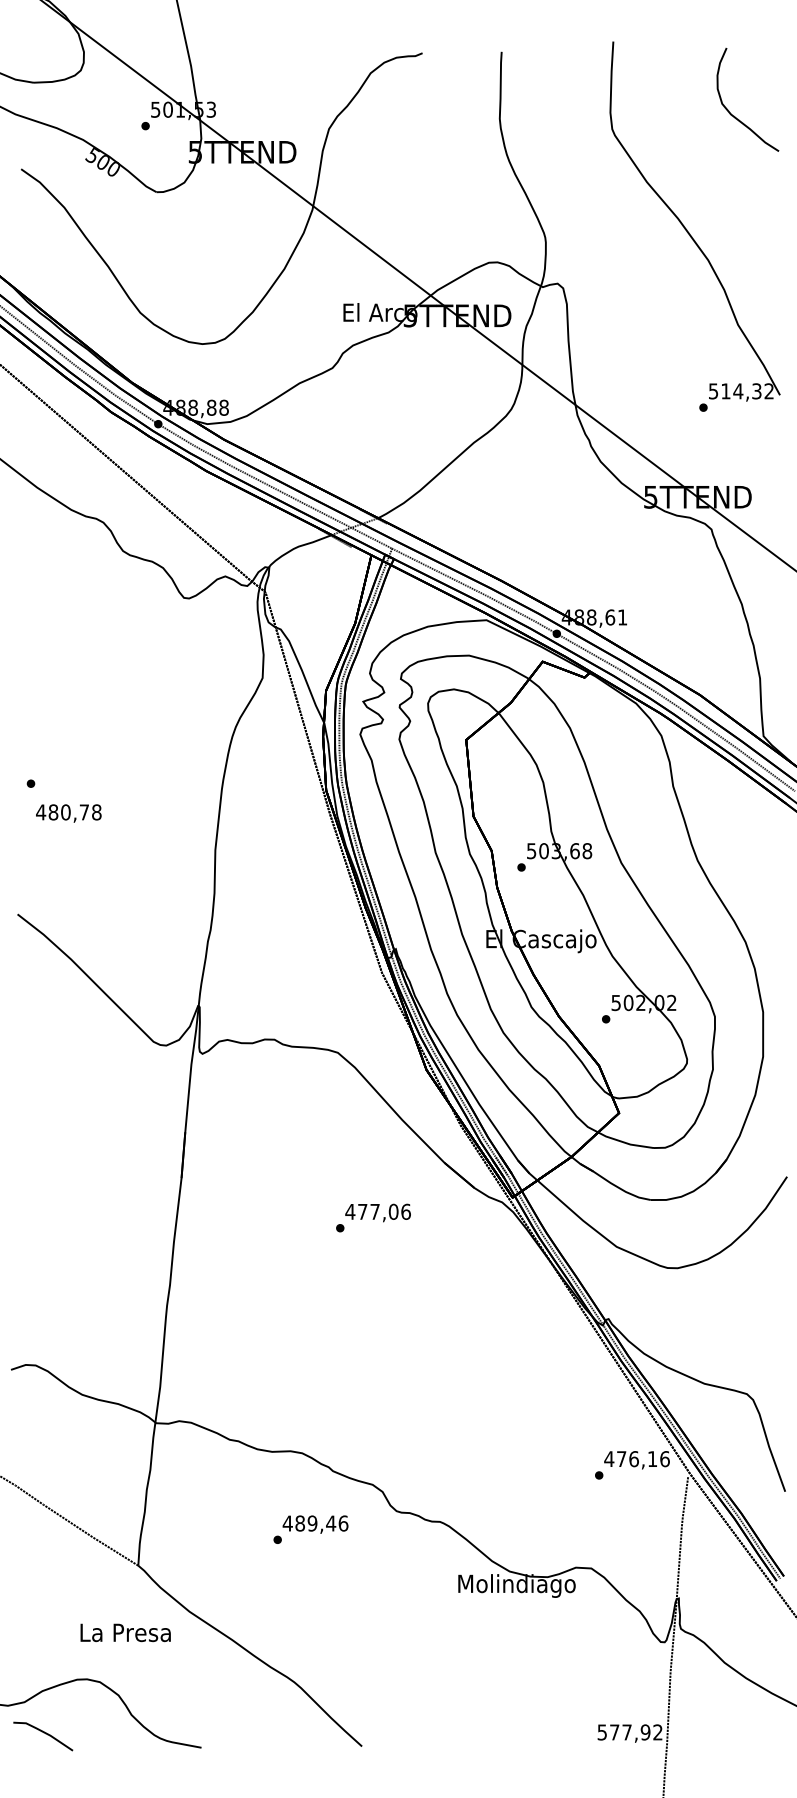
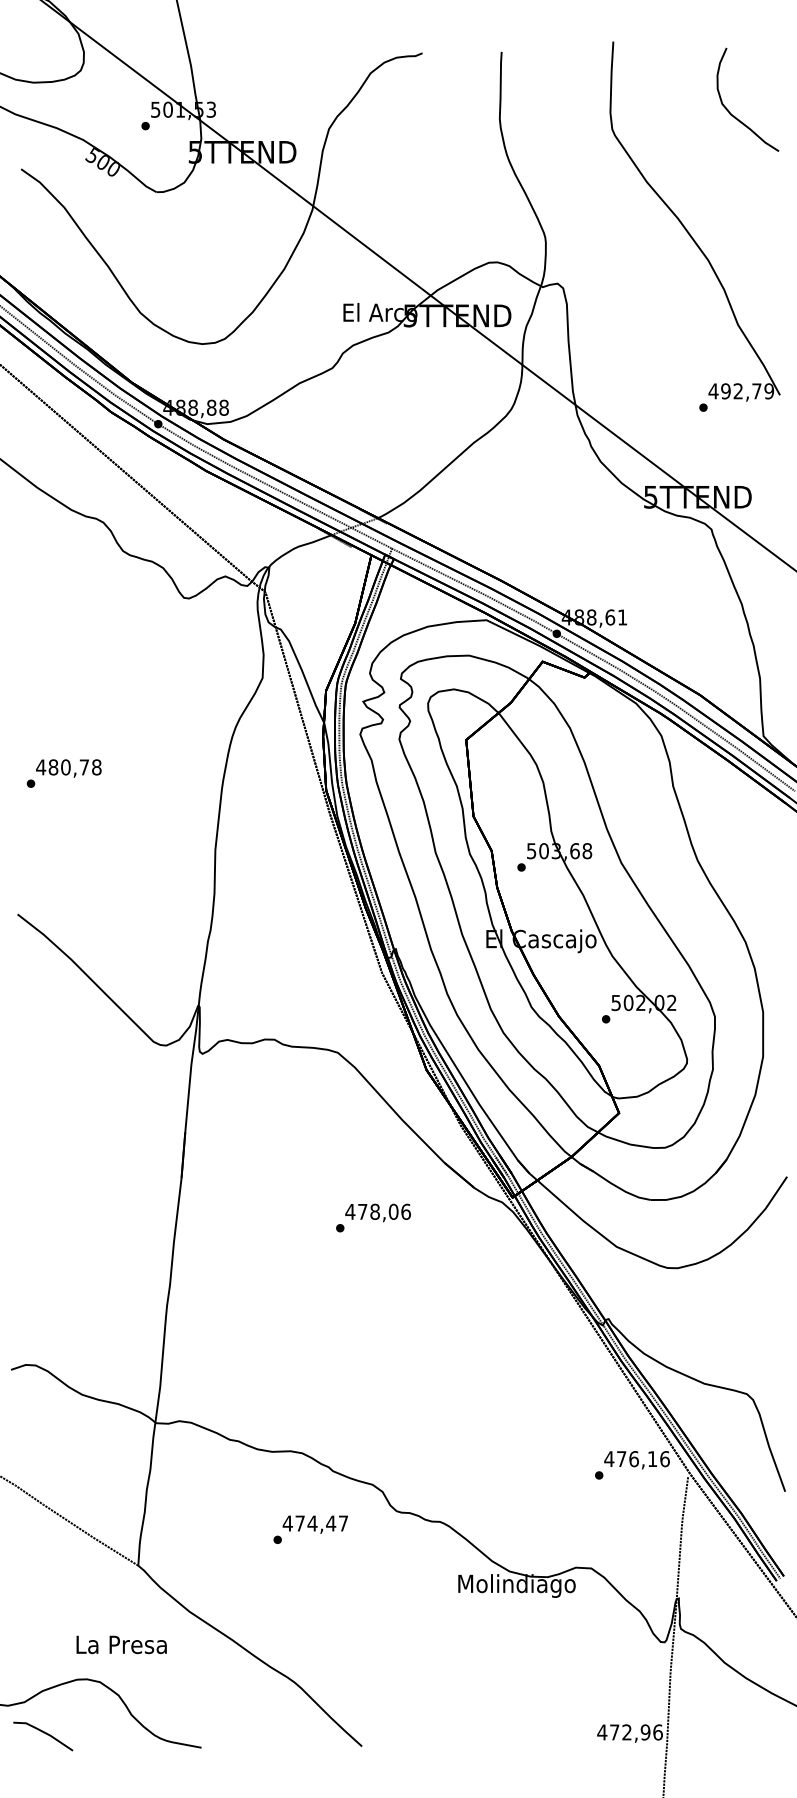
text at (741, 391): 514,32 -> 492,79
text at (68, 813) position: (68, 813) -> (68, 768)
text at (374, 1211): 477,06 -> 478,06
text at (321, 1523): 489,46 -> 474,47
text at (125, 1632) position: (125, 1632) -> (121, 1644)
text at (629, 1732): 577,92 -> 472,96
